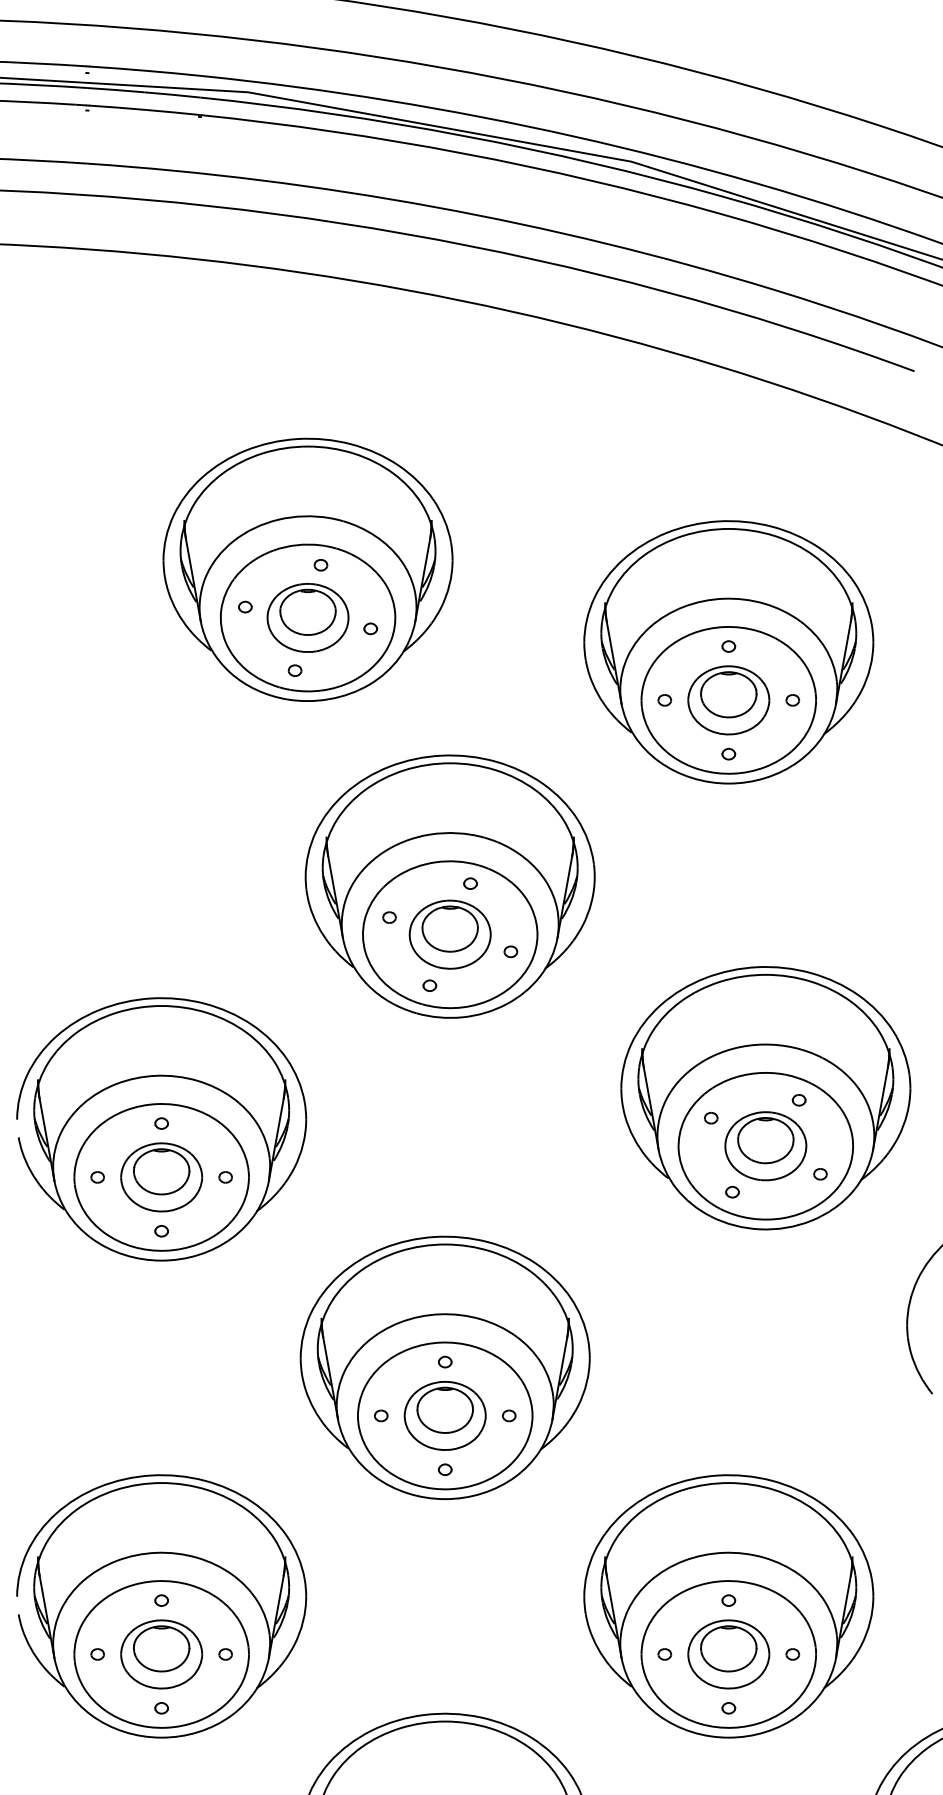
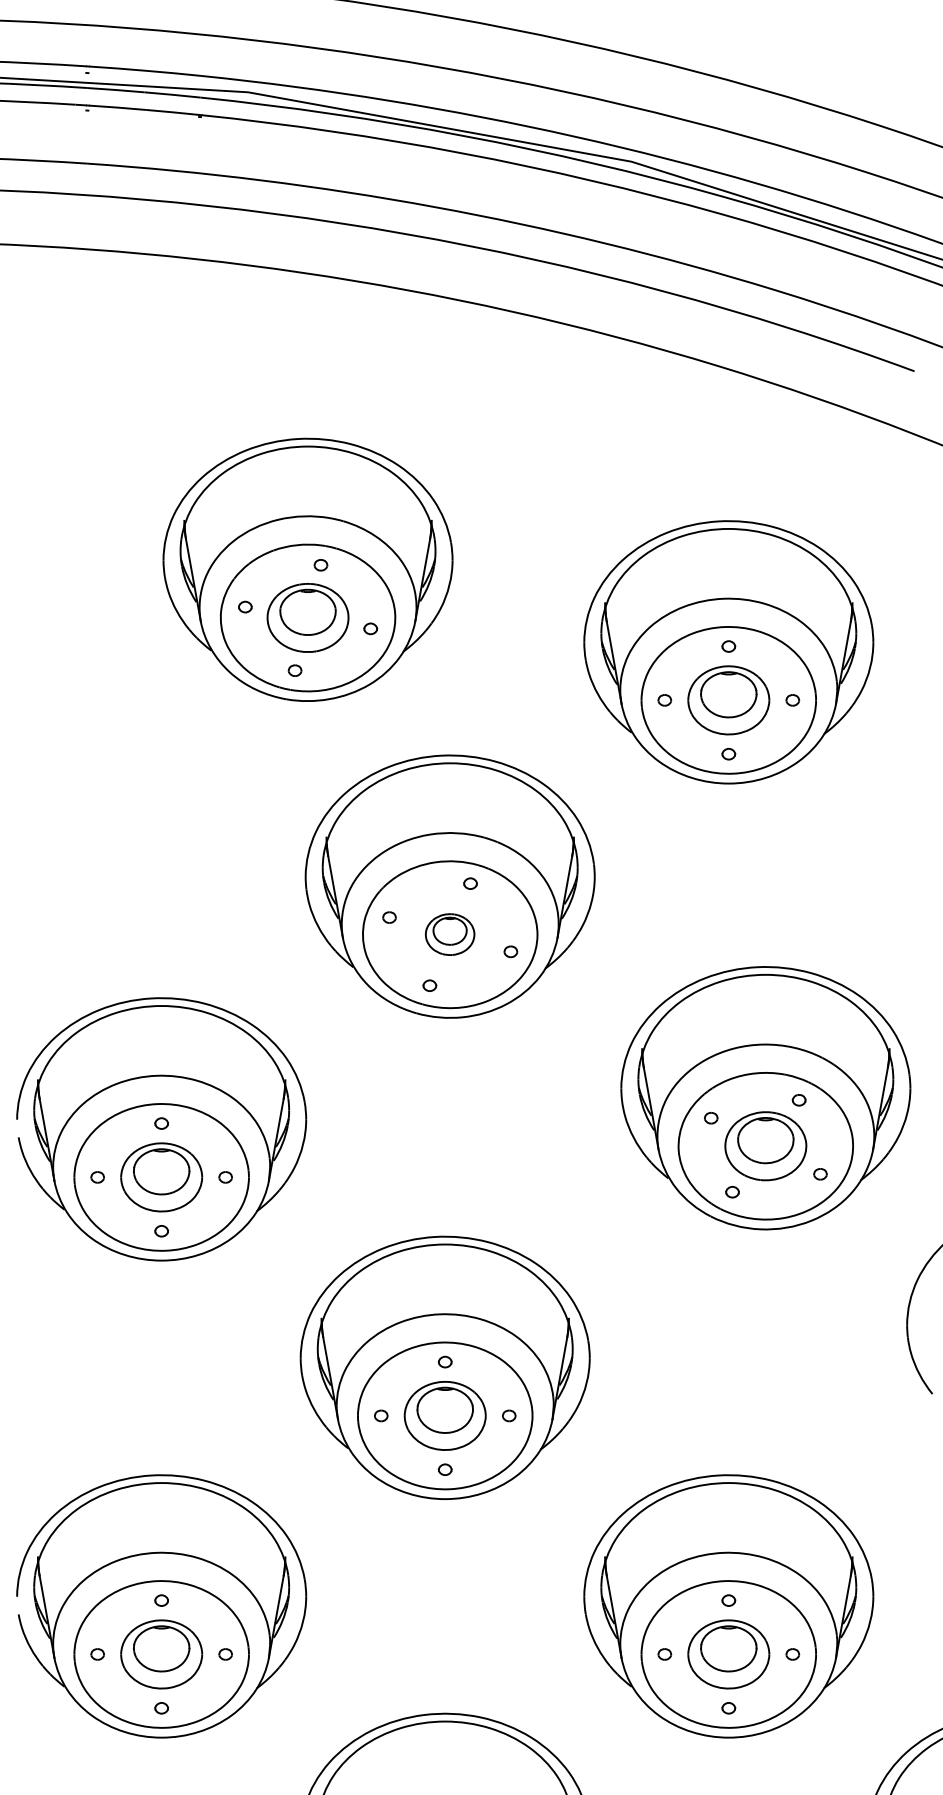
part at (449, 934) size: 84x71 px -> 51x43 px
